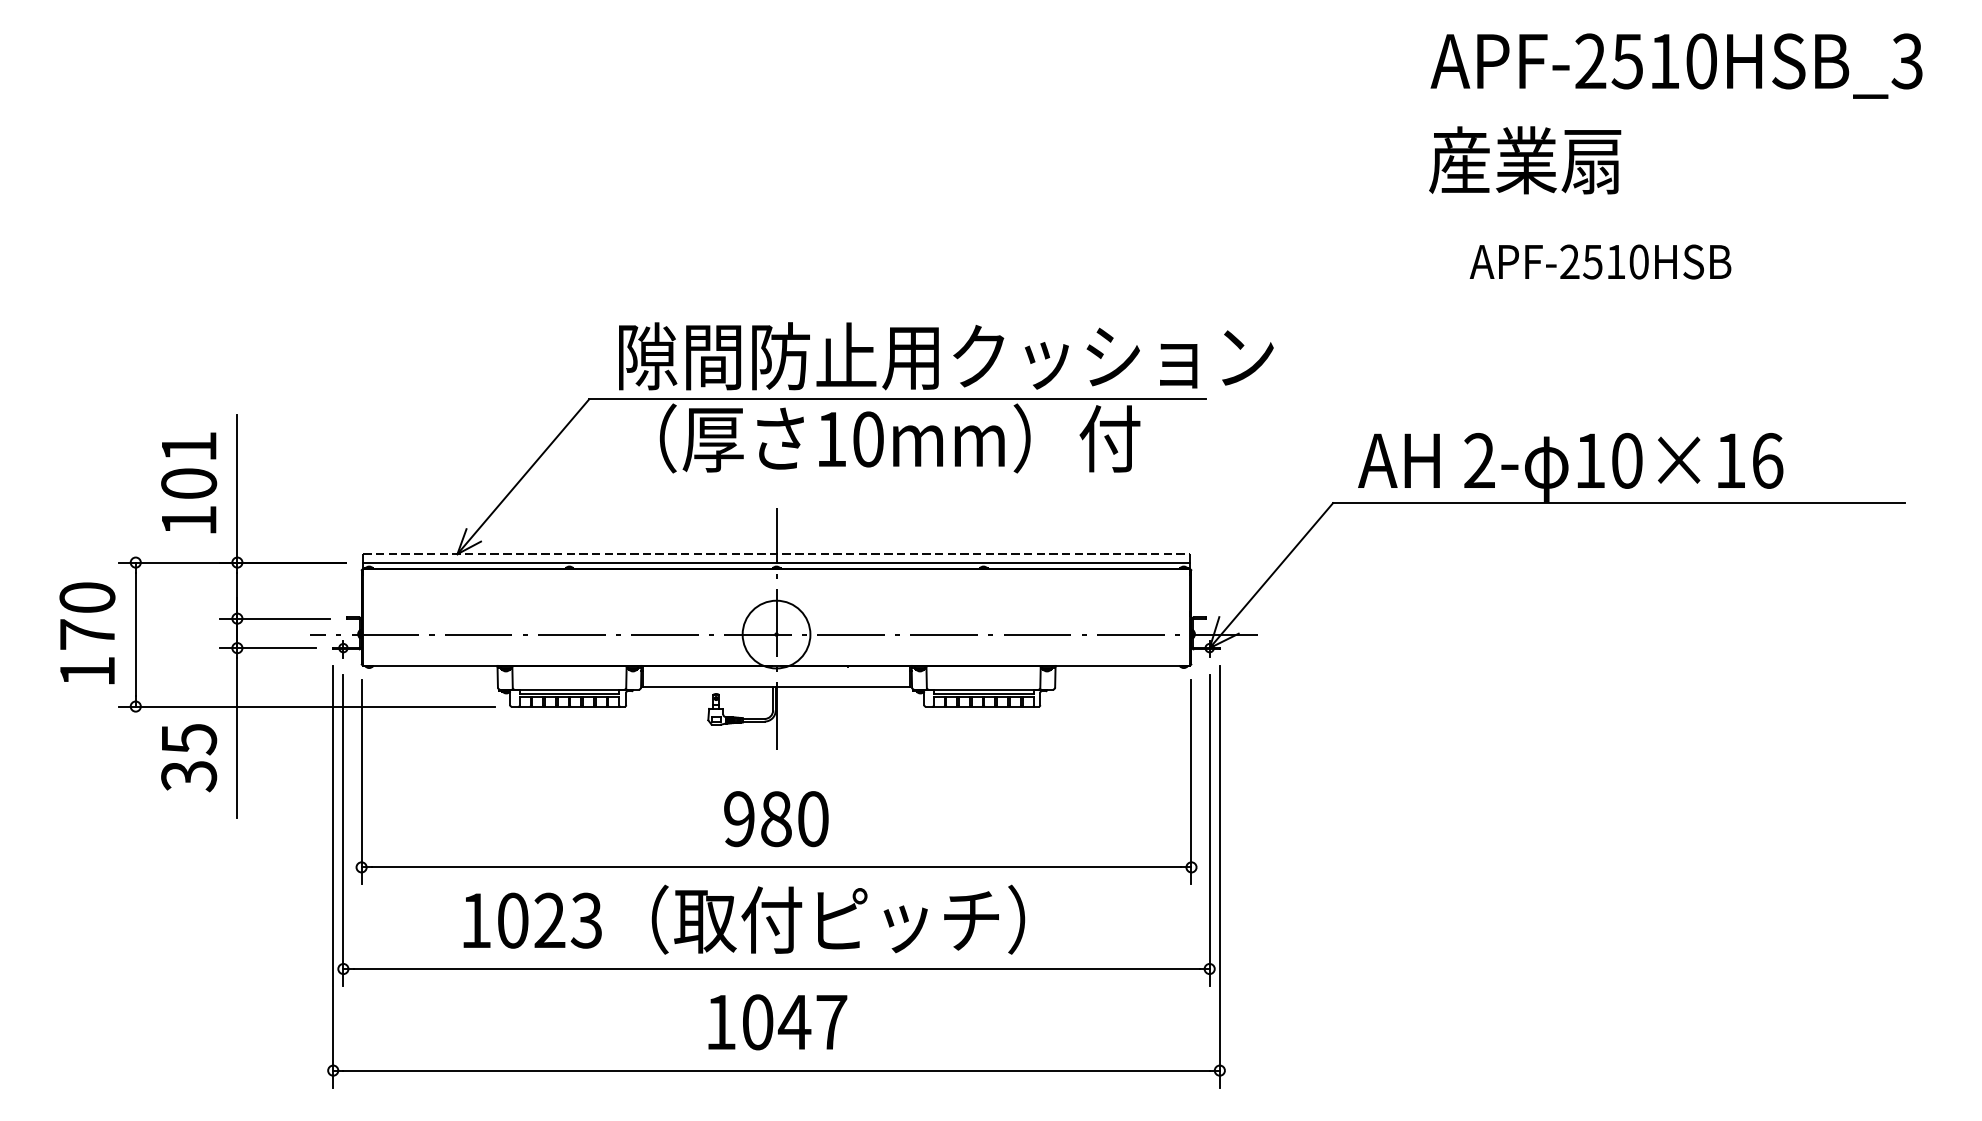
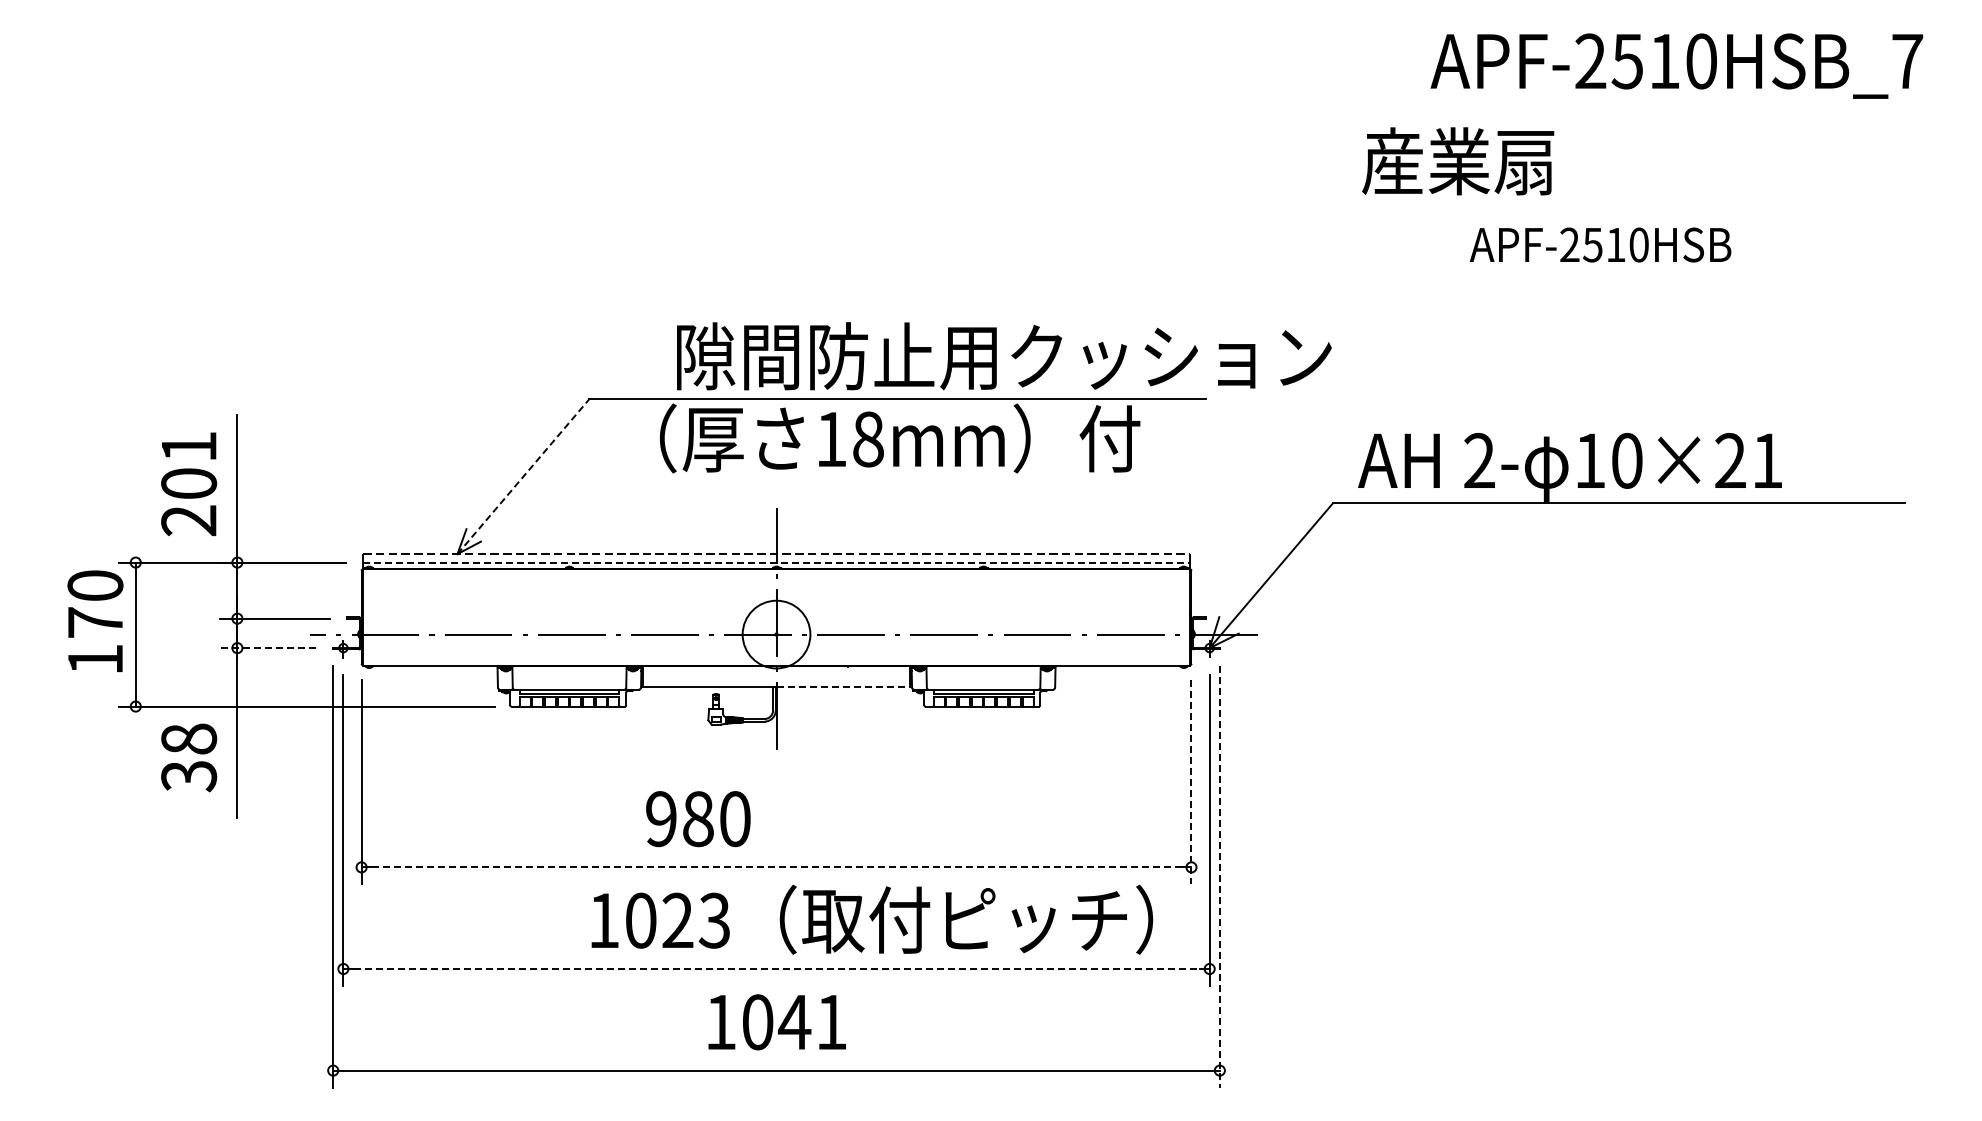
text at (1907, 61): APF-2510HSB_3 -> APF-2510HSB_7
text at (1525, 160) position: (1525, 160) -> (1458, 161)
text at (1600, 261) position: (1600, 261) -> (1600, 244)
text at (946, 356) position: (946, 356) -> (1004, 356)
text at (868, 439): 10mm -> 18mm
text at (1749, 460): 10×16 -> 10×21
line at (523, 476): solid -> dashed
text at (188, 520): 101 -> 201
line at (777, 562): solid -> dashed
text at (87, 633) position: (87, 633) -> (95, 621)
line at (268, 648): solid -> dashed
line at (844, 687): solid -> dashed
text at (189, 739): 35 -> 38
line at (1191, 782): solid -> dashed
text at (776, 819) position: (776, 819) -> (698, 819)
line at (776, 867): solid -> dashed
line at (1219, 877): solid -> dashed
text at (744, 919) position: (744, 919) -> (872, 919)
line at (776, 969): solid -> dashed
text at (831, 1022): 1047 -> 1041
